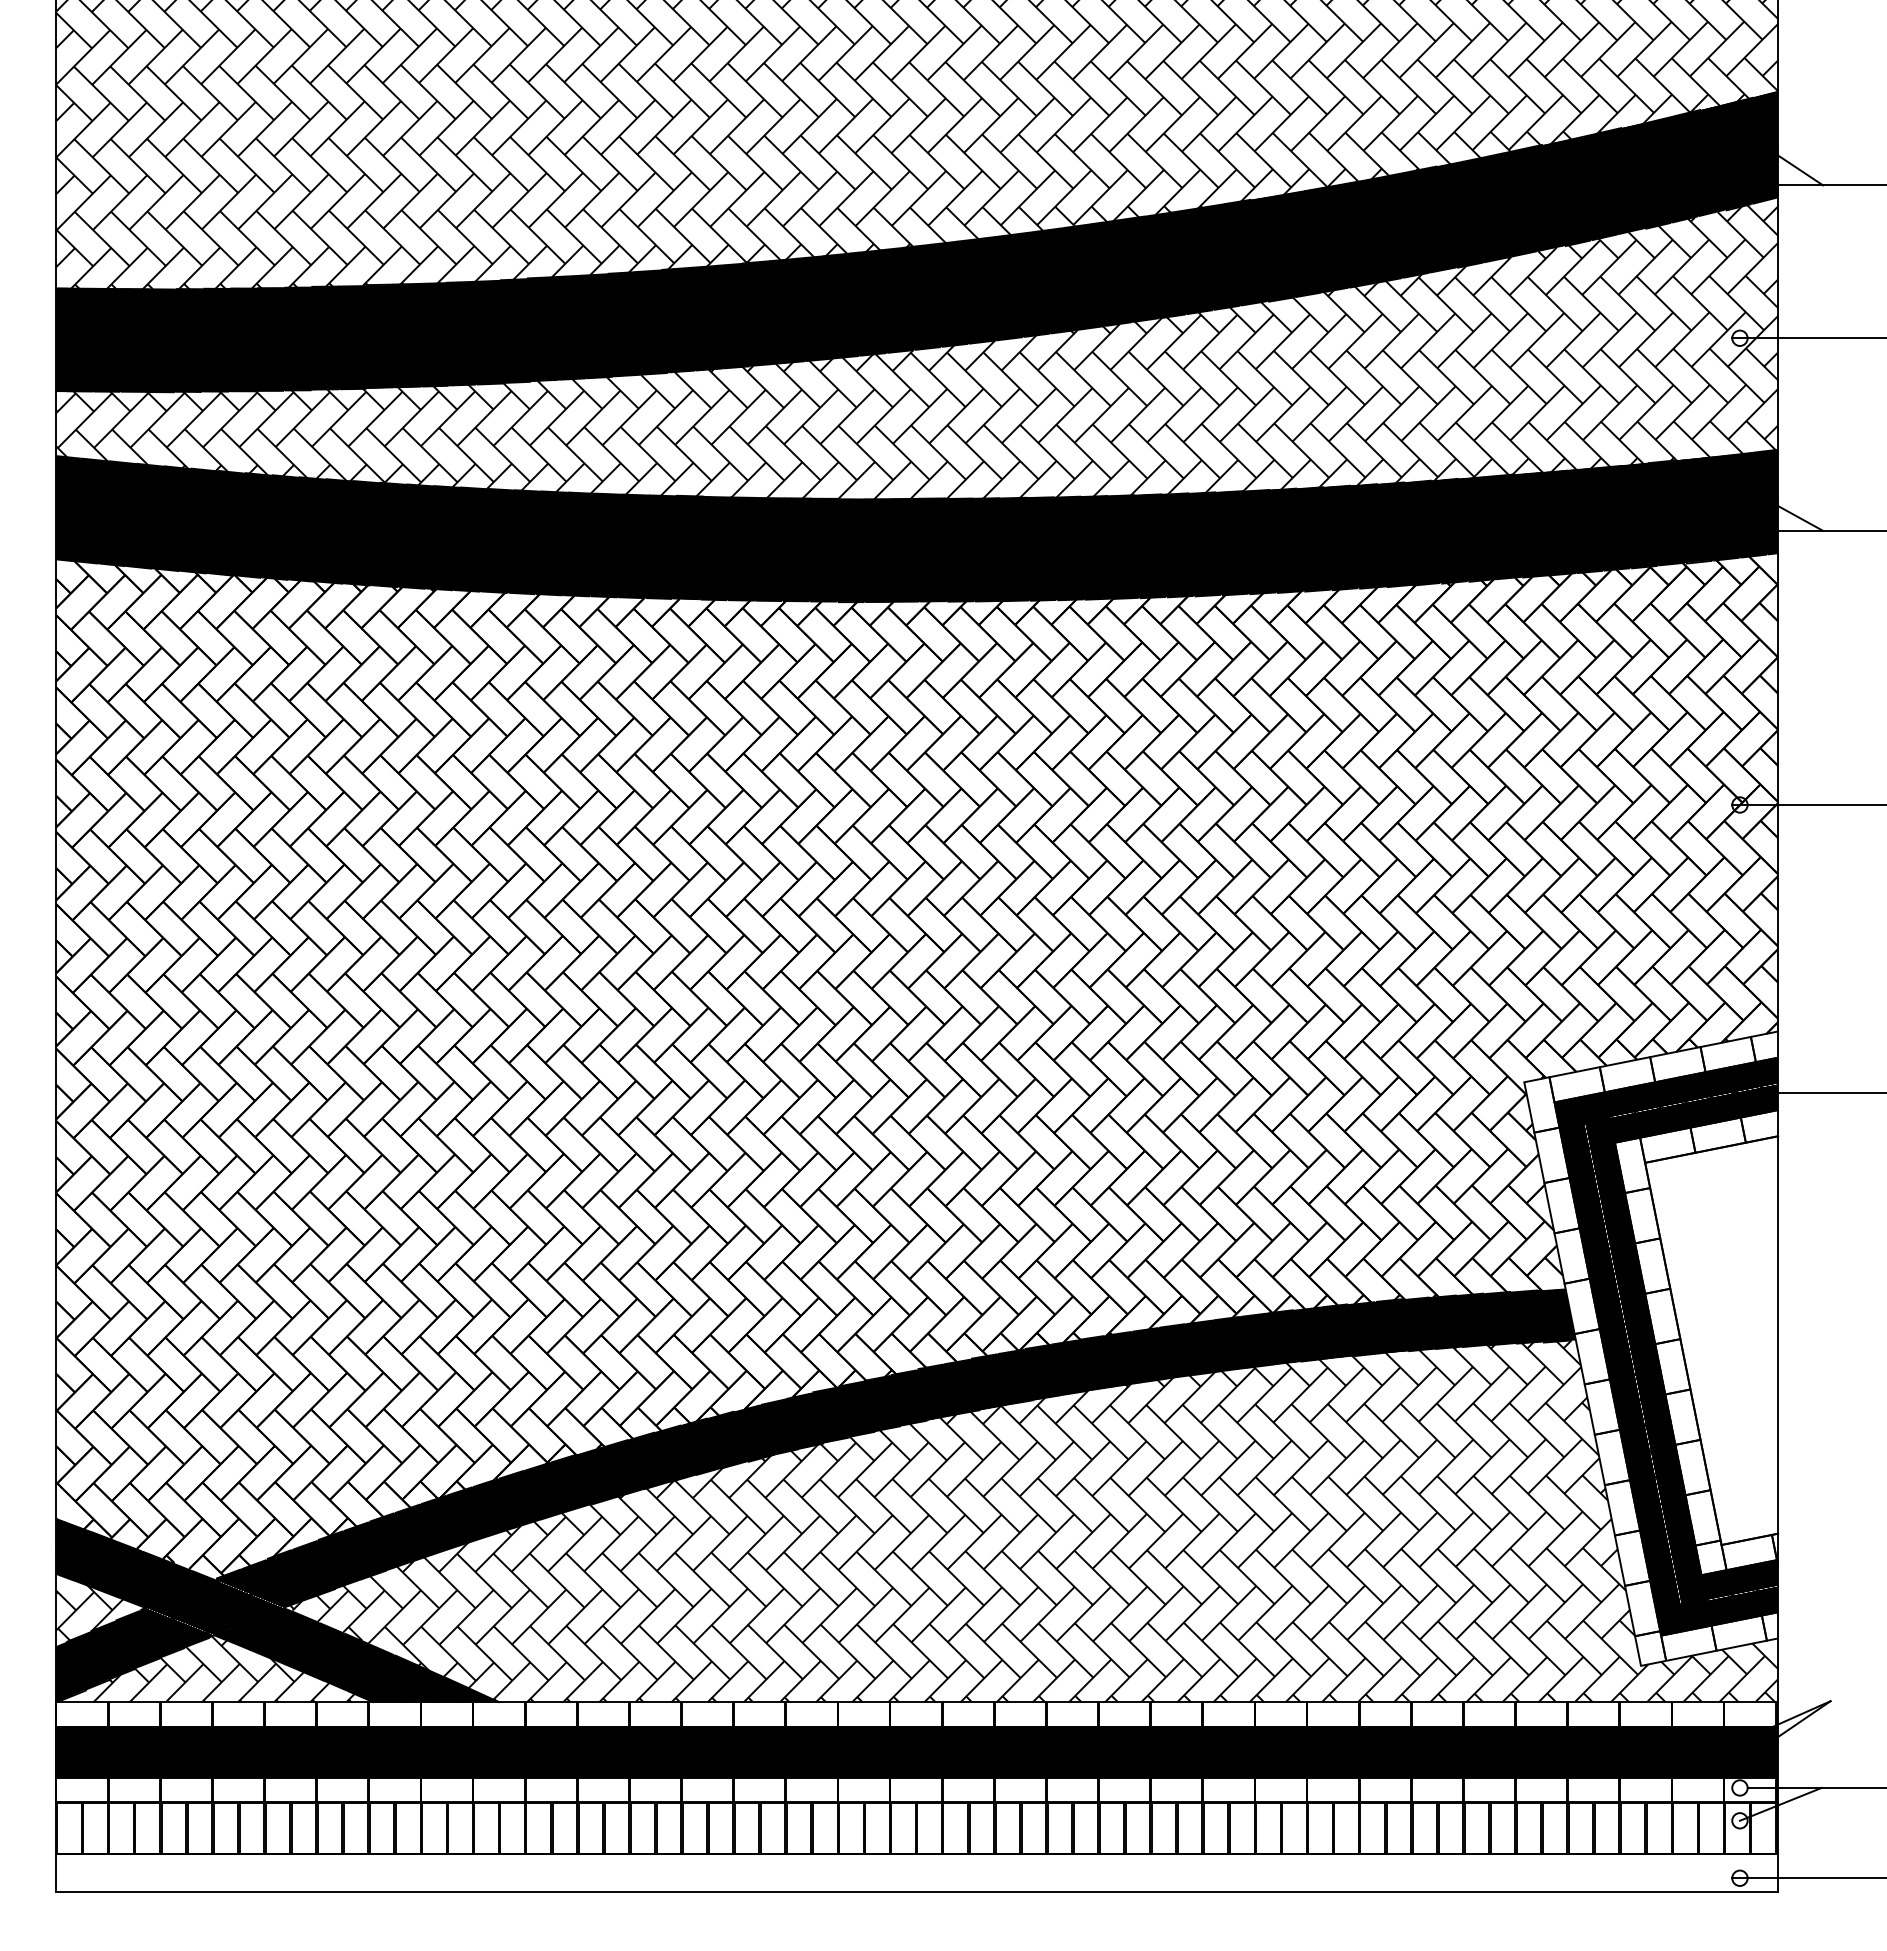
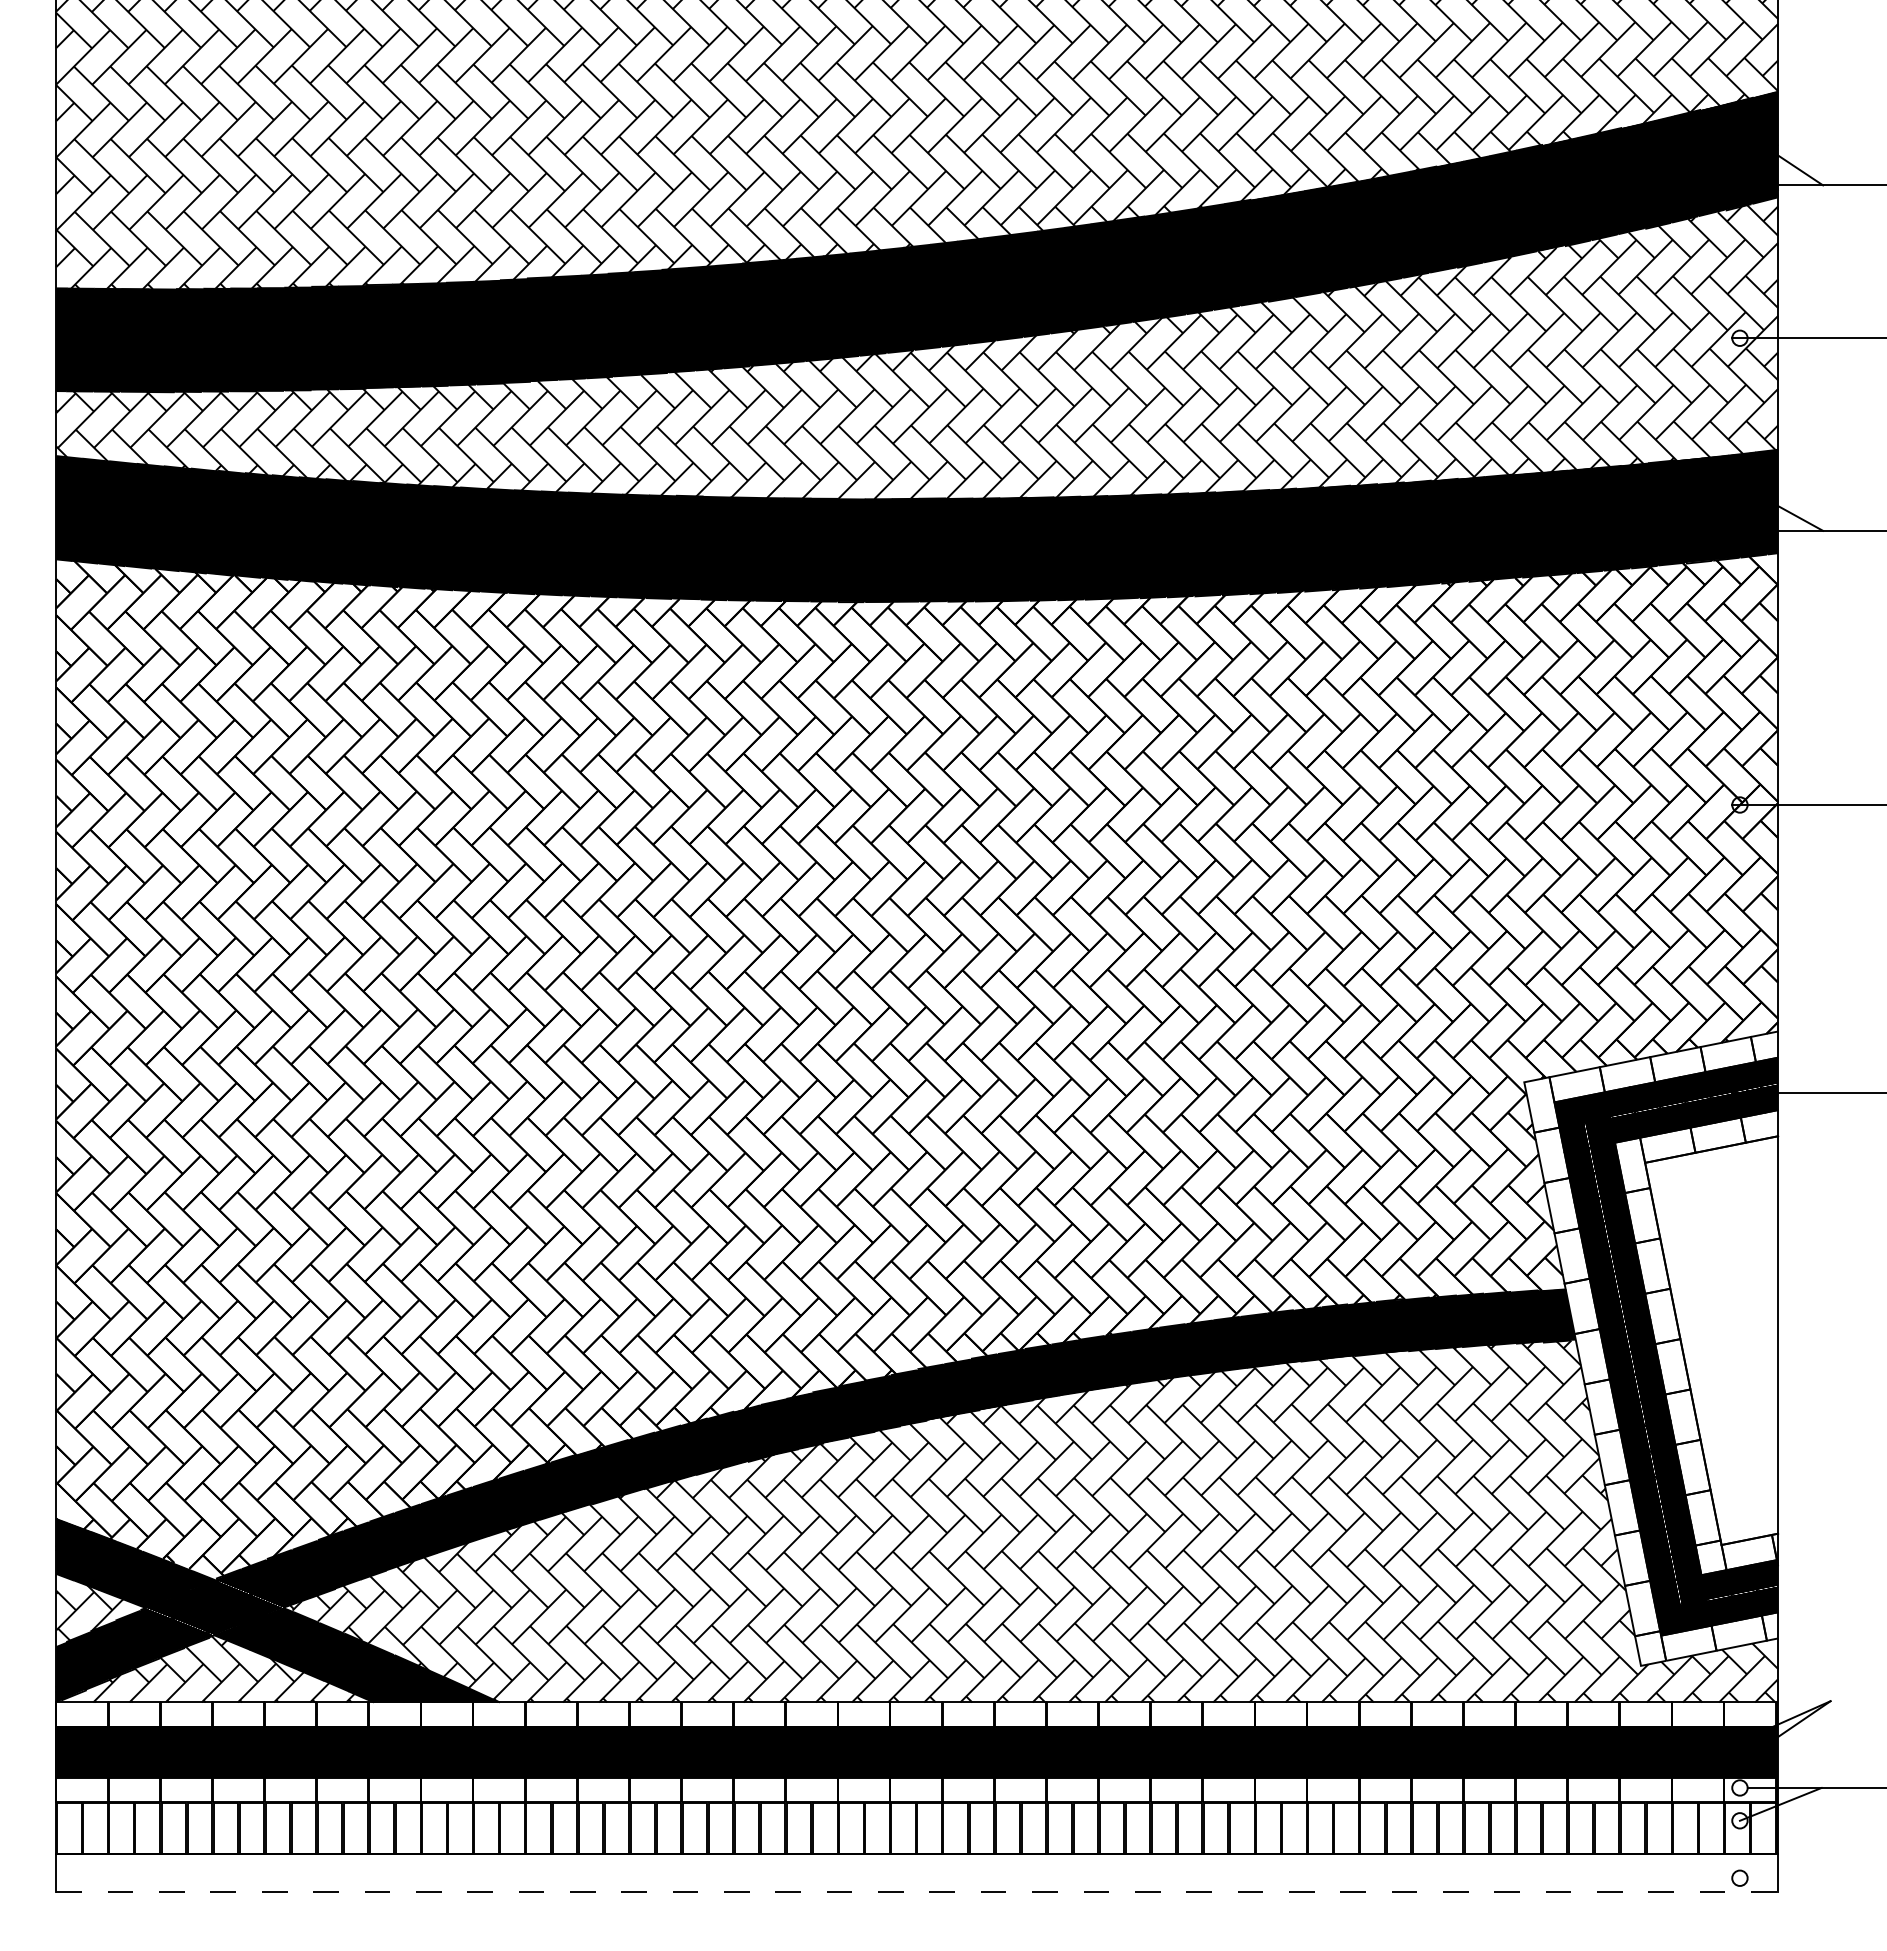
line at (1807, 1878): present -> none
line at (917, 1892): solid -> dashed
